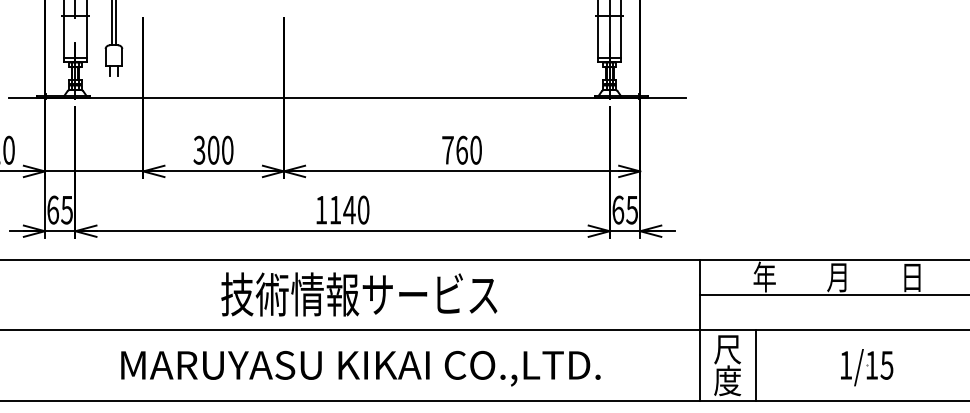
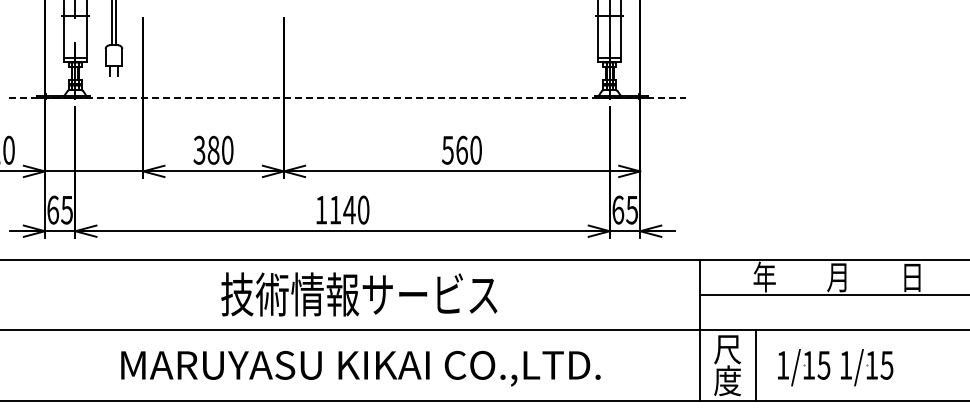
line at (347, 97): solid -> dashed
text at (213, 150): 300 -> 380
text at (447, 150): 760 -> 560
part at (804, 367): none -> present
